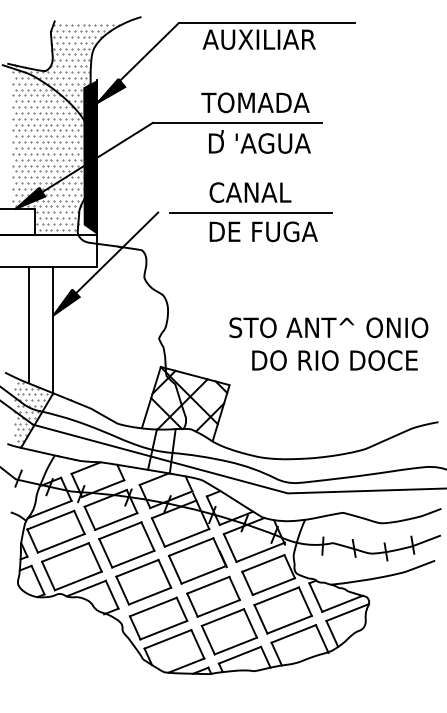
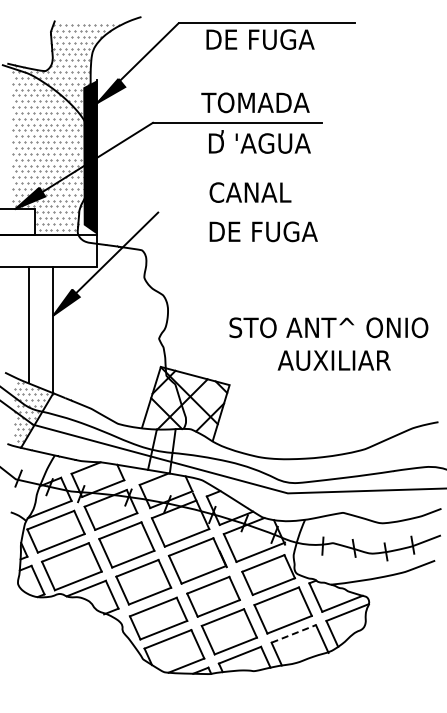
text at (258, 39): AUXILIAR -> DE FUGA
line at (250, 212): present -> none
text at (334, 360): DO RIO DOCE -> AUXILIAR
line at (293, 633): solid -> dashed
